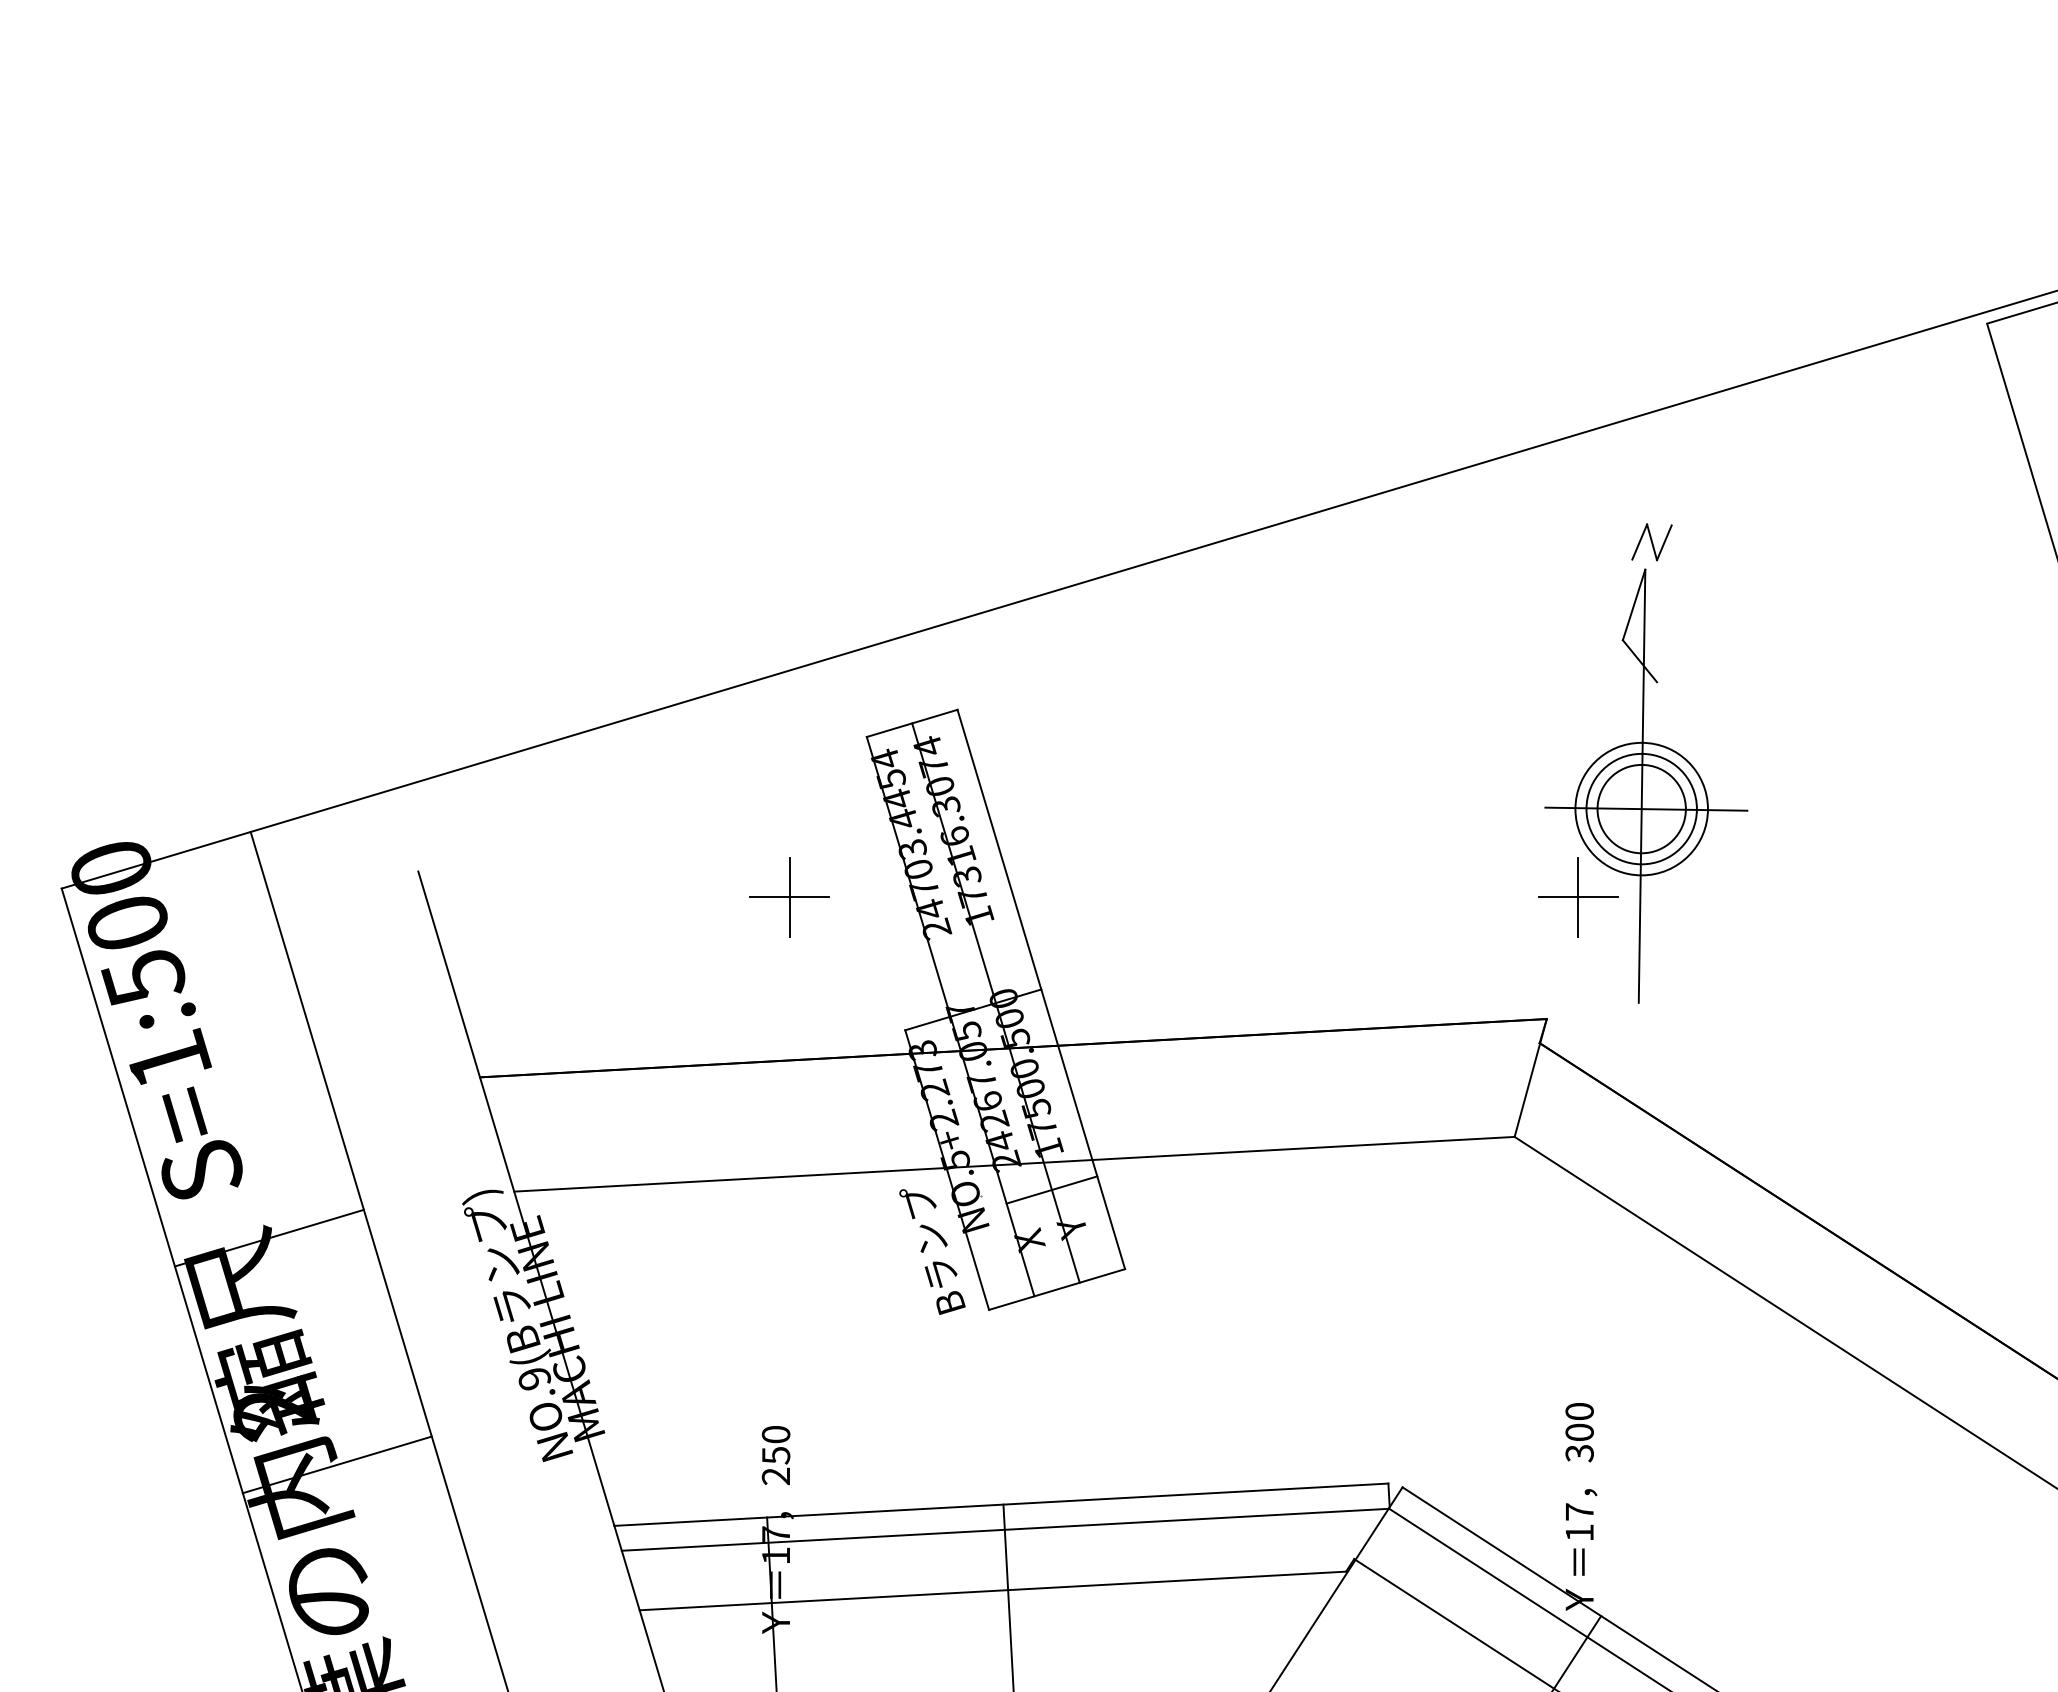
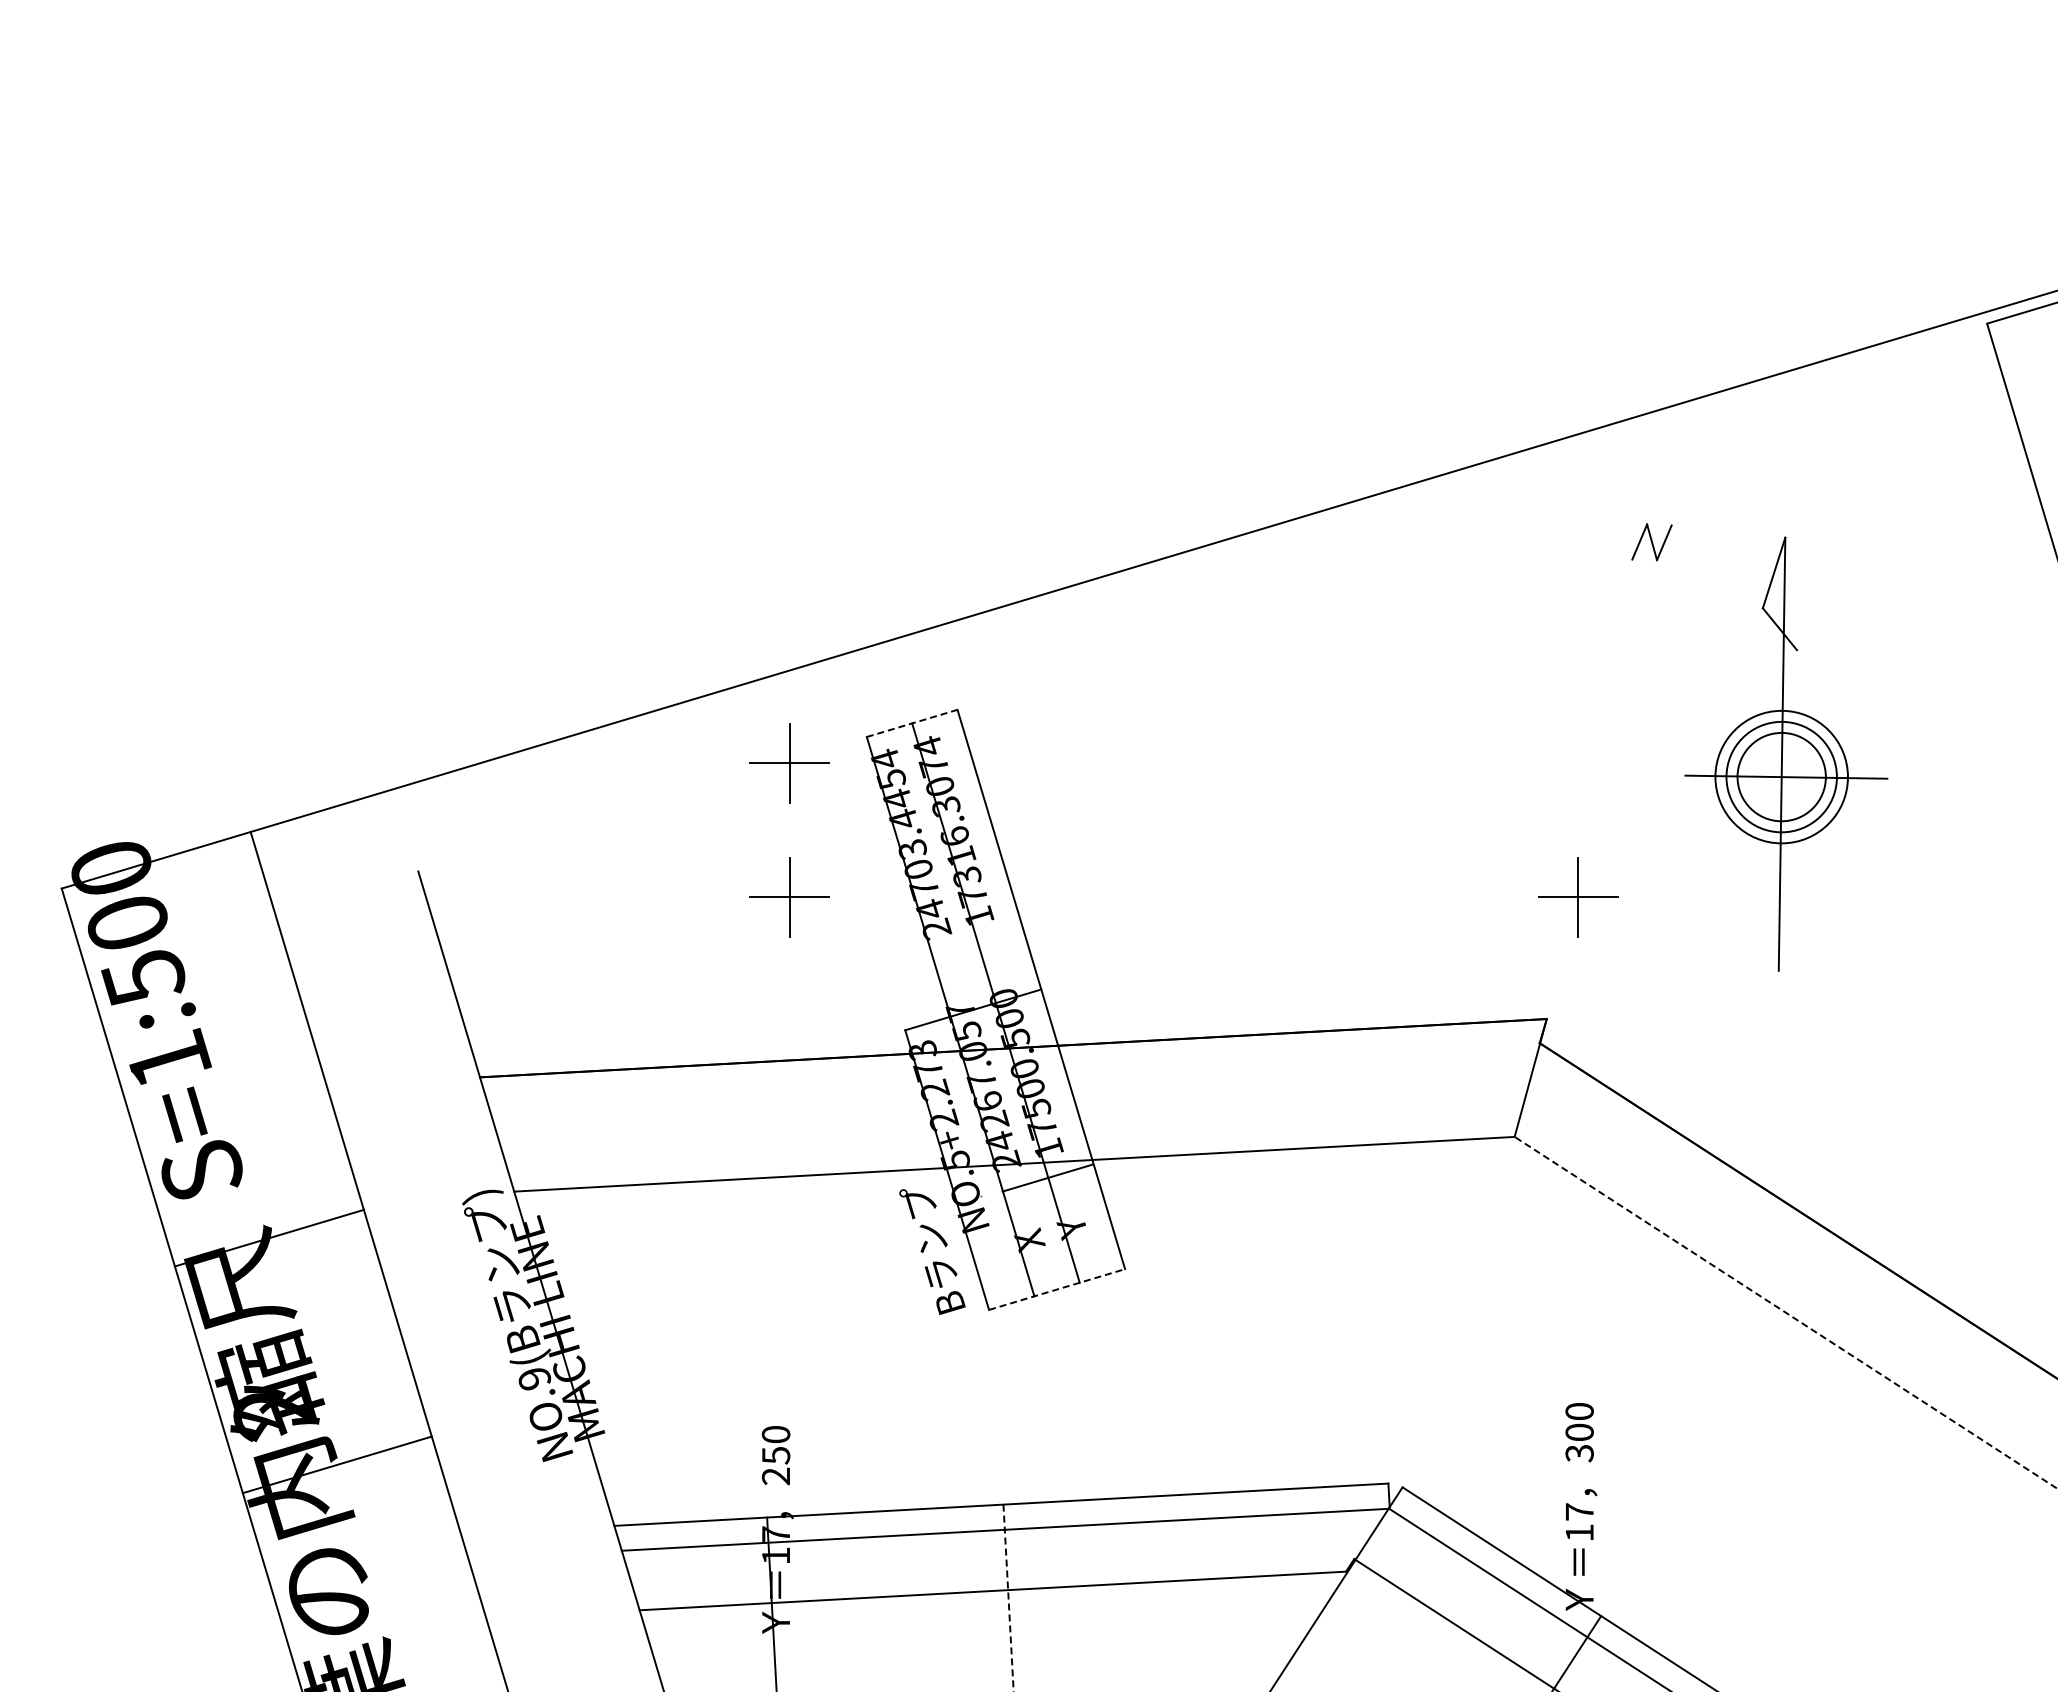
line at (912, 723): solid -> dashed
part at (789, 763): none -> present
part at (1646, 785) position: (1646, 785) -> (1786, 753)
line at (1051, 1189) position: (1051, 1189) -> (1047, 1177)
line at (1057, 1289): solid -> dashed
line at (1786, 1313): solid -> dashed
line at (1008, 1598): solid -> dashed
